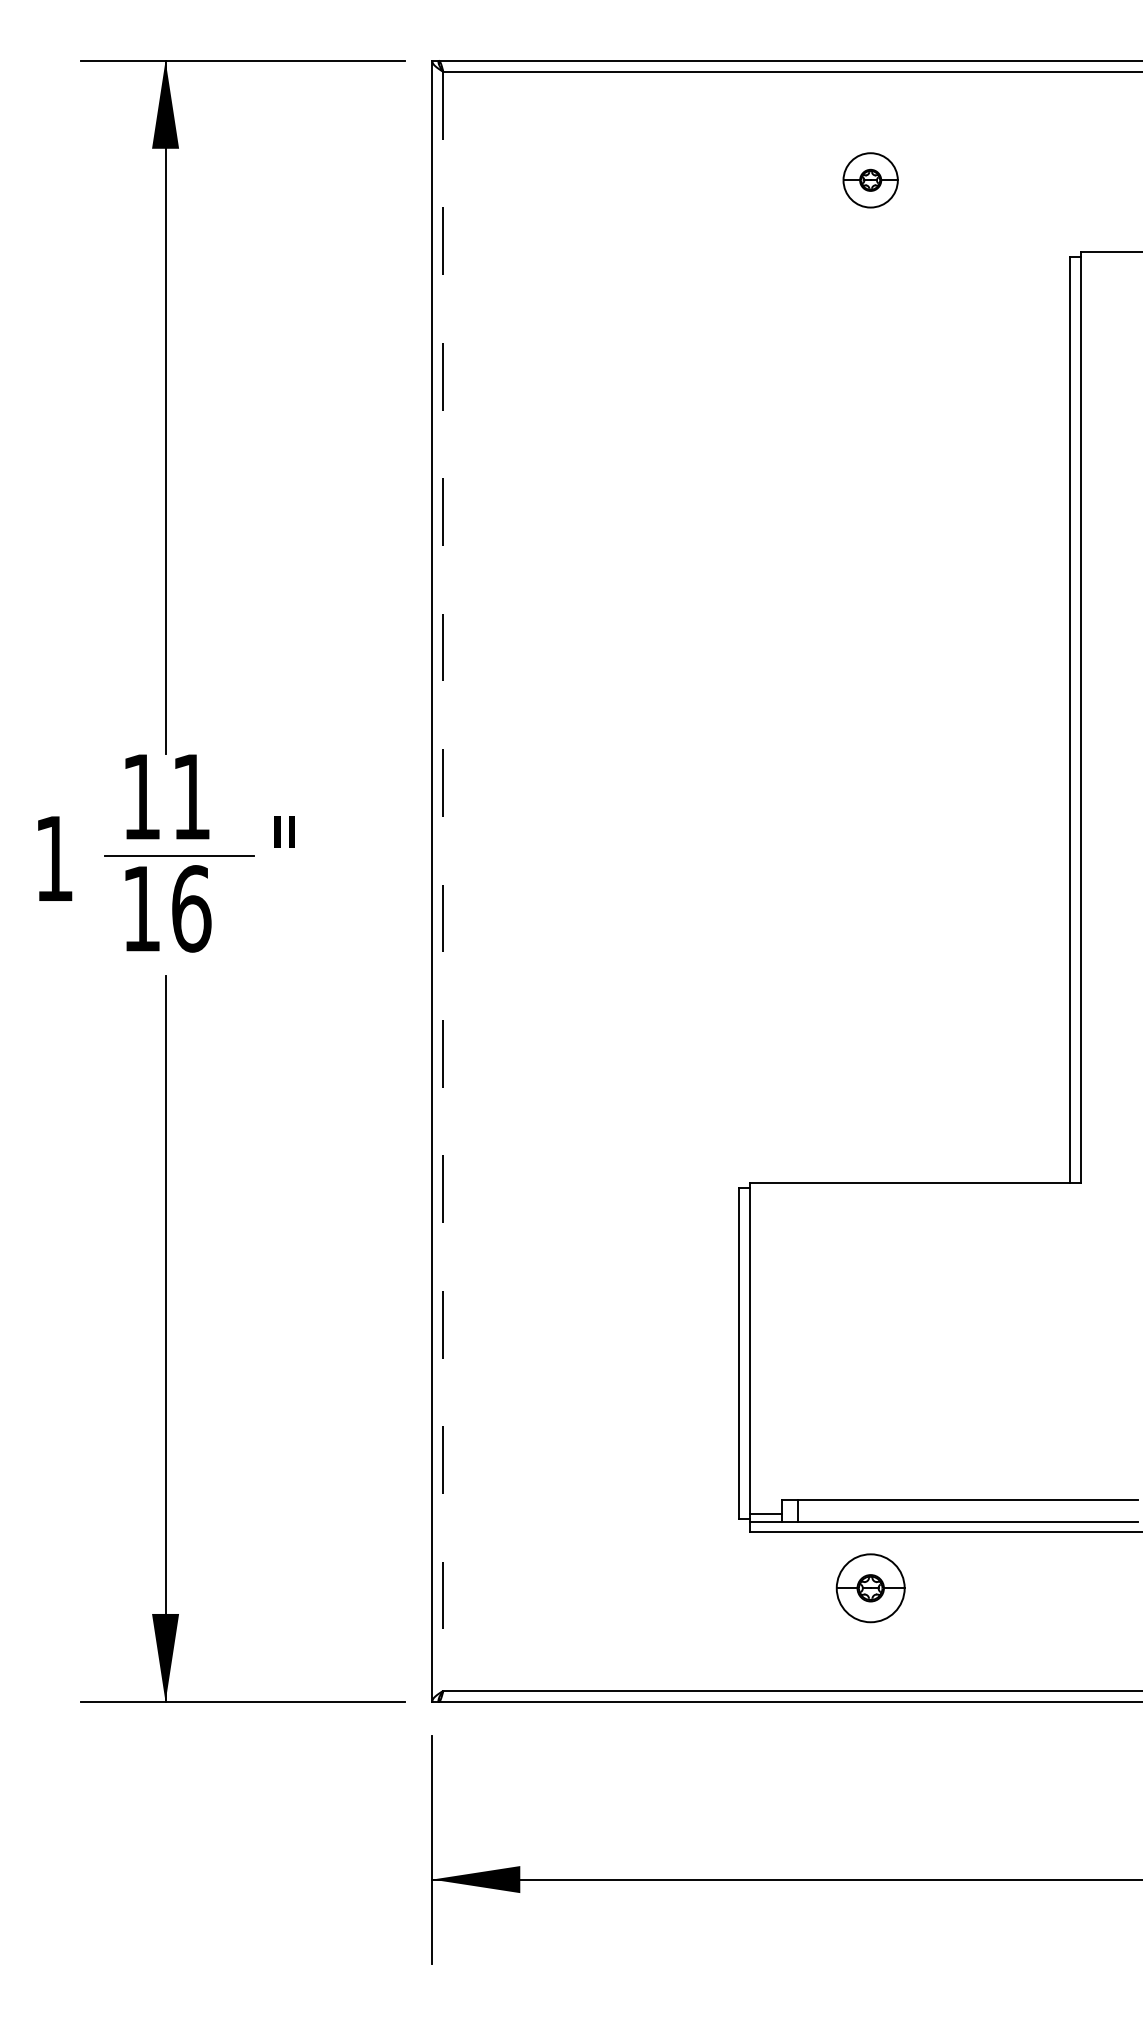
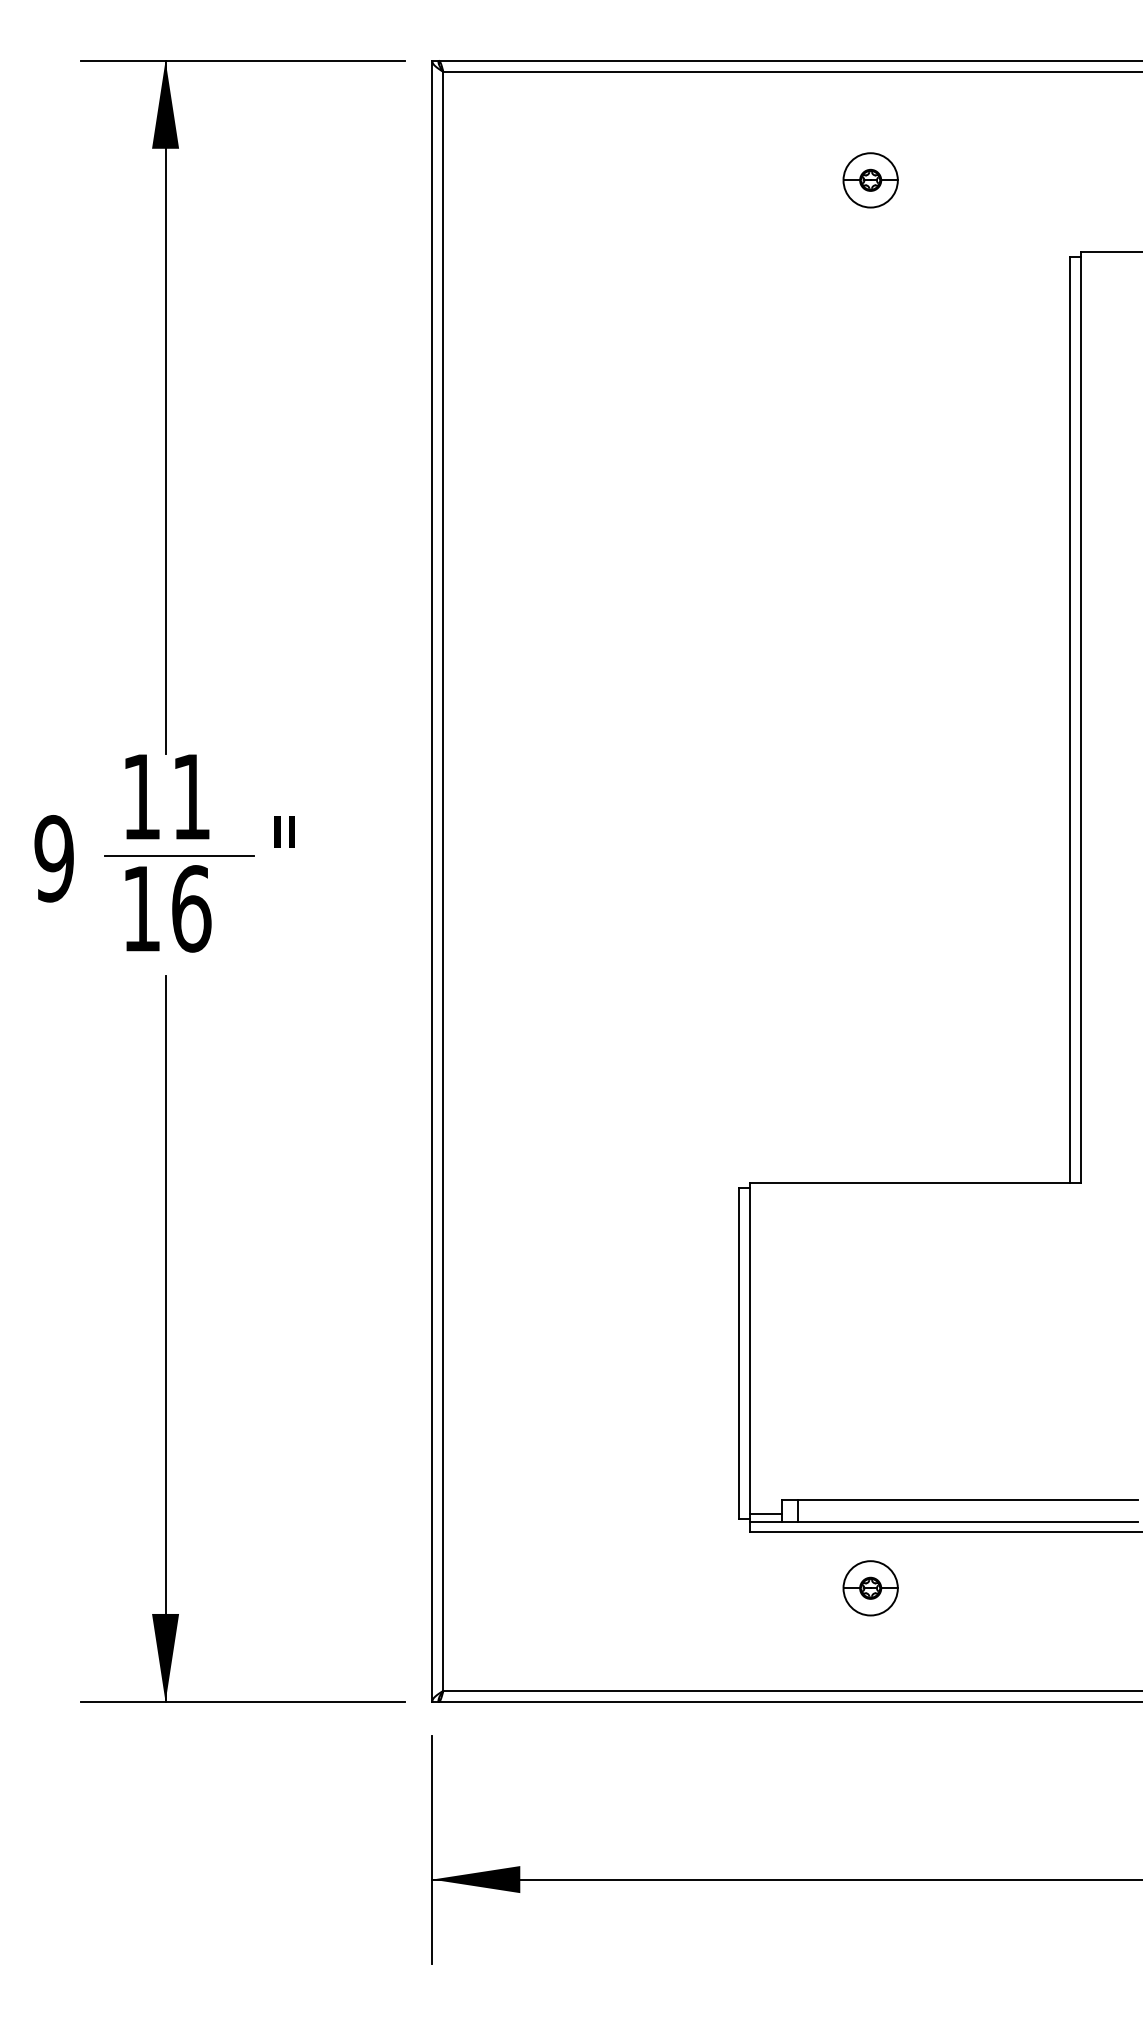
text at (53, 858): 1 -> 9
line at (443, 881): dashed -> solid
part at (870, 1588) size: 71x71 px -> 57x57 px
